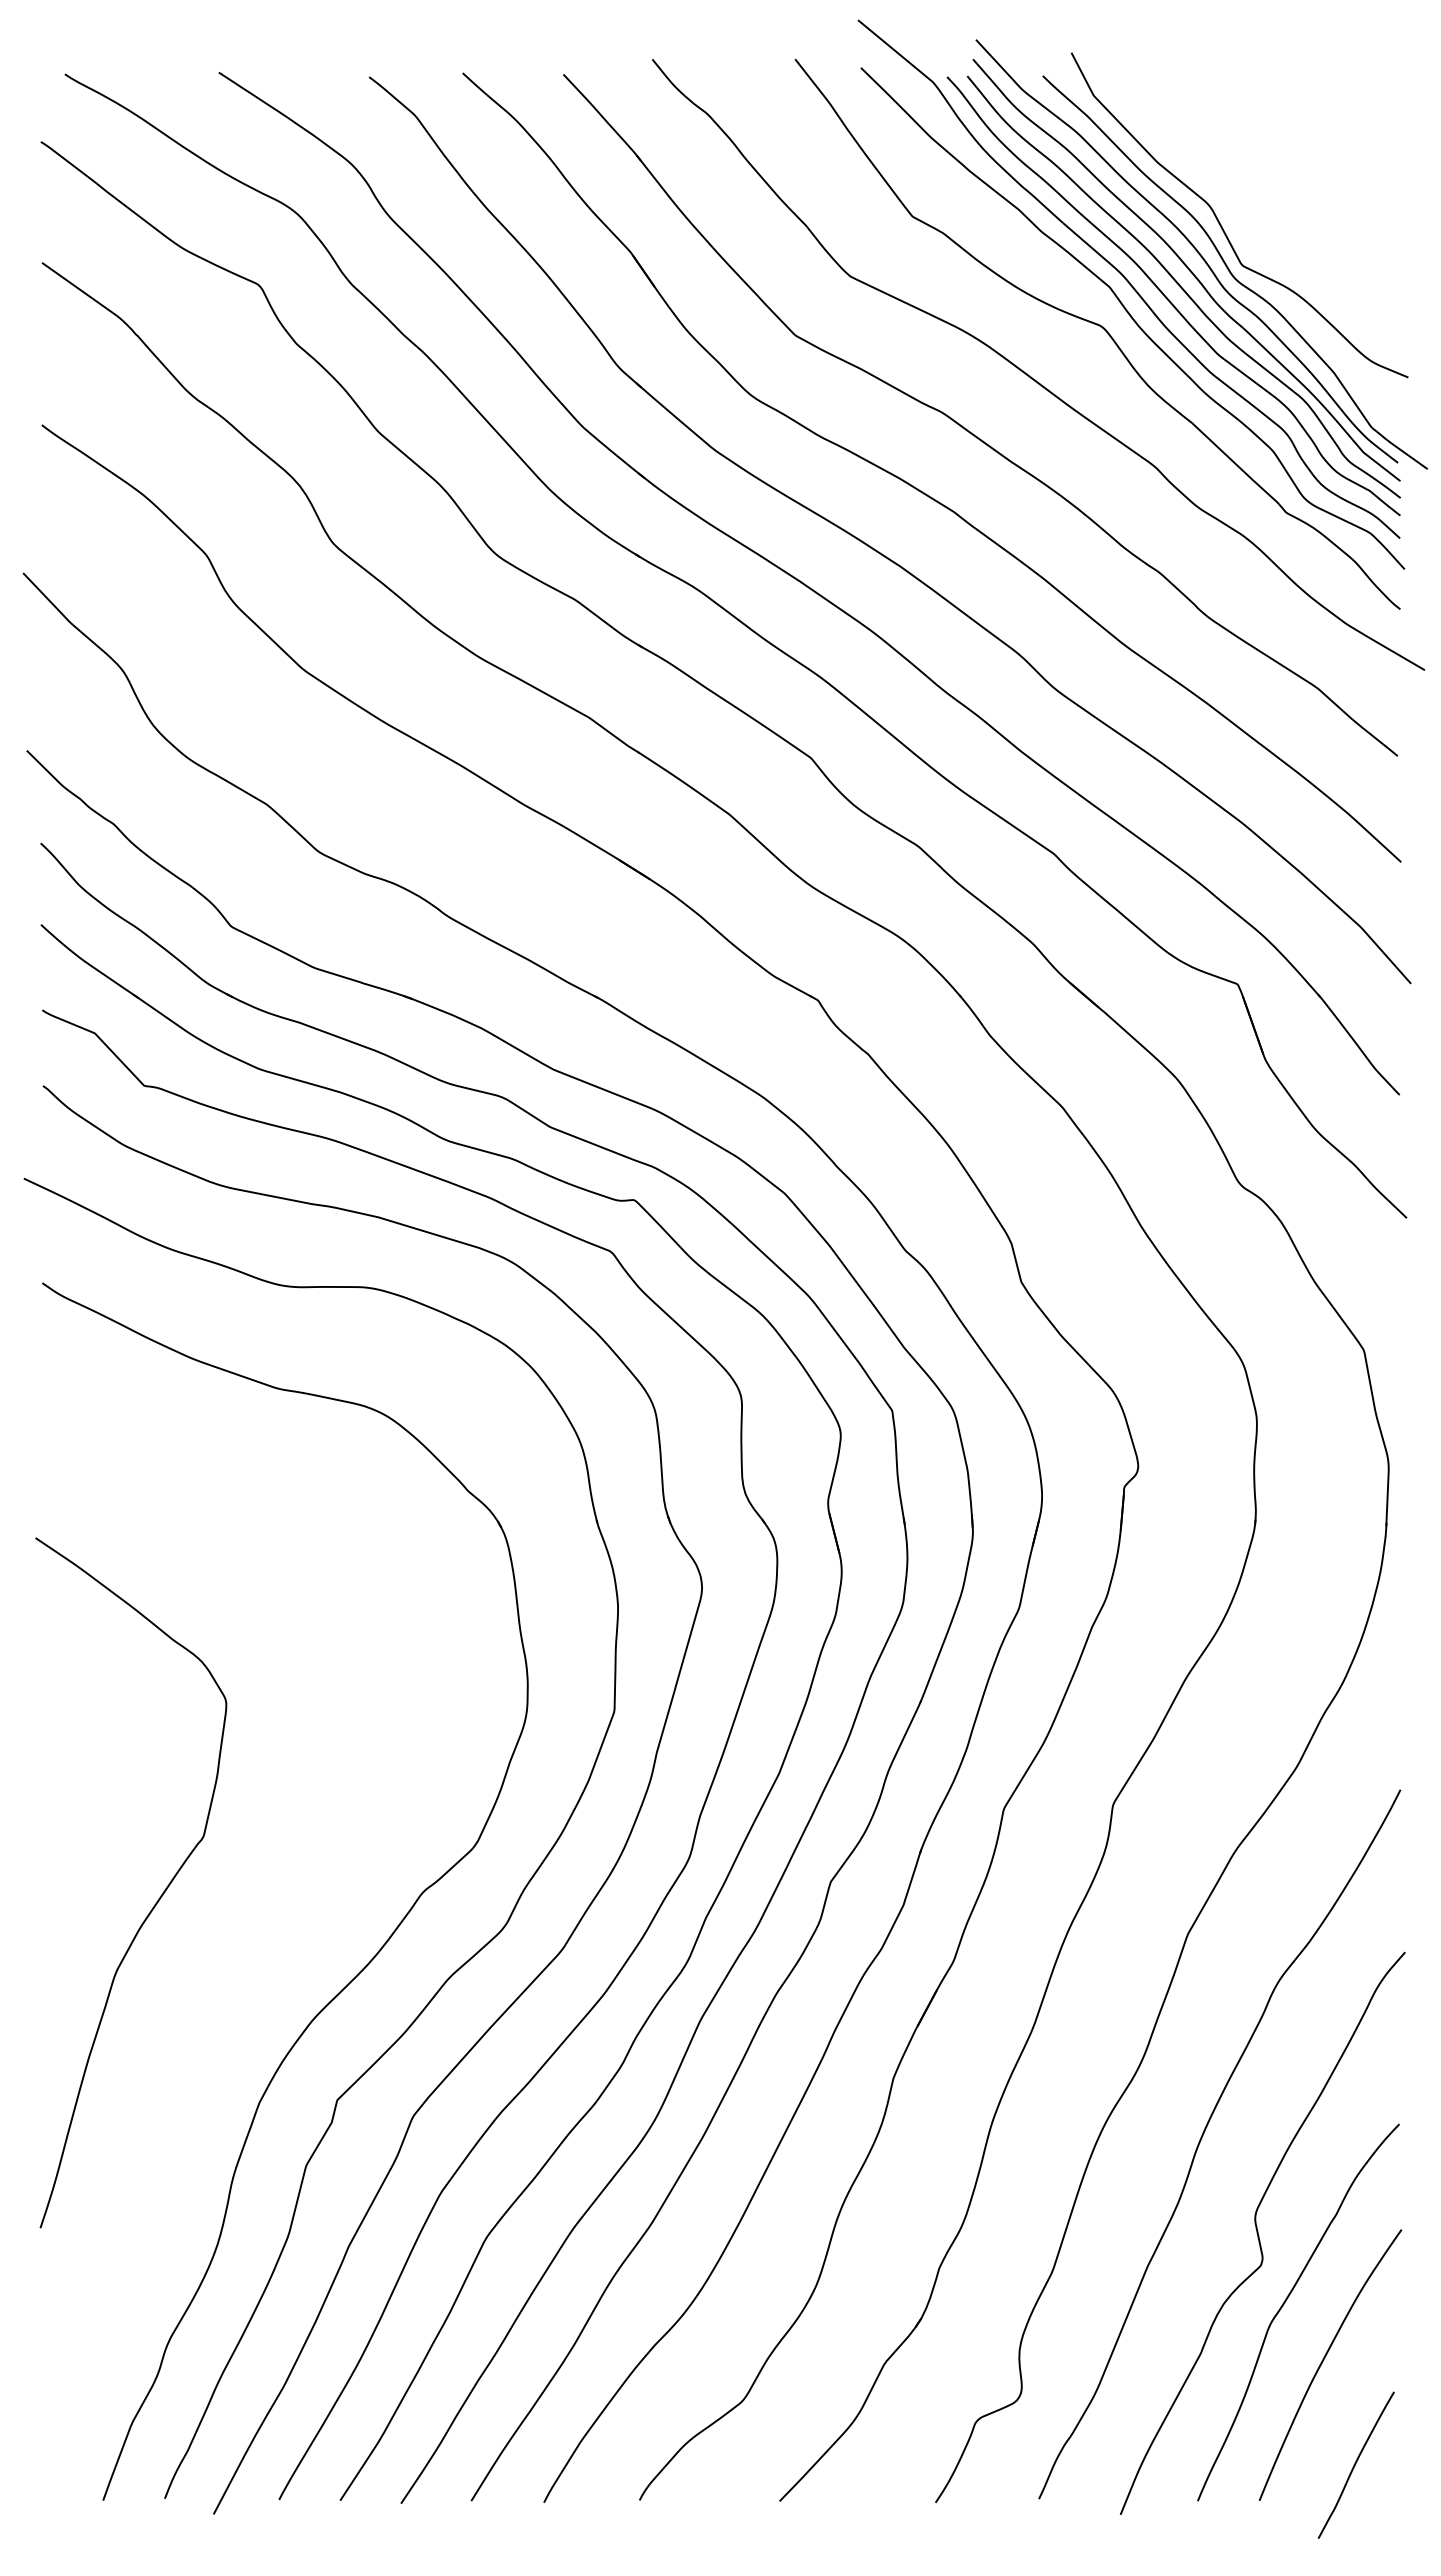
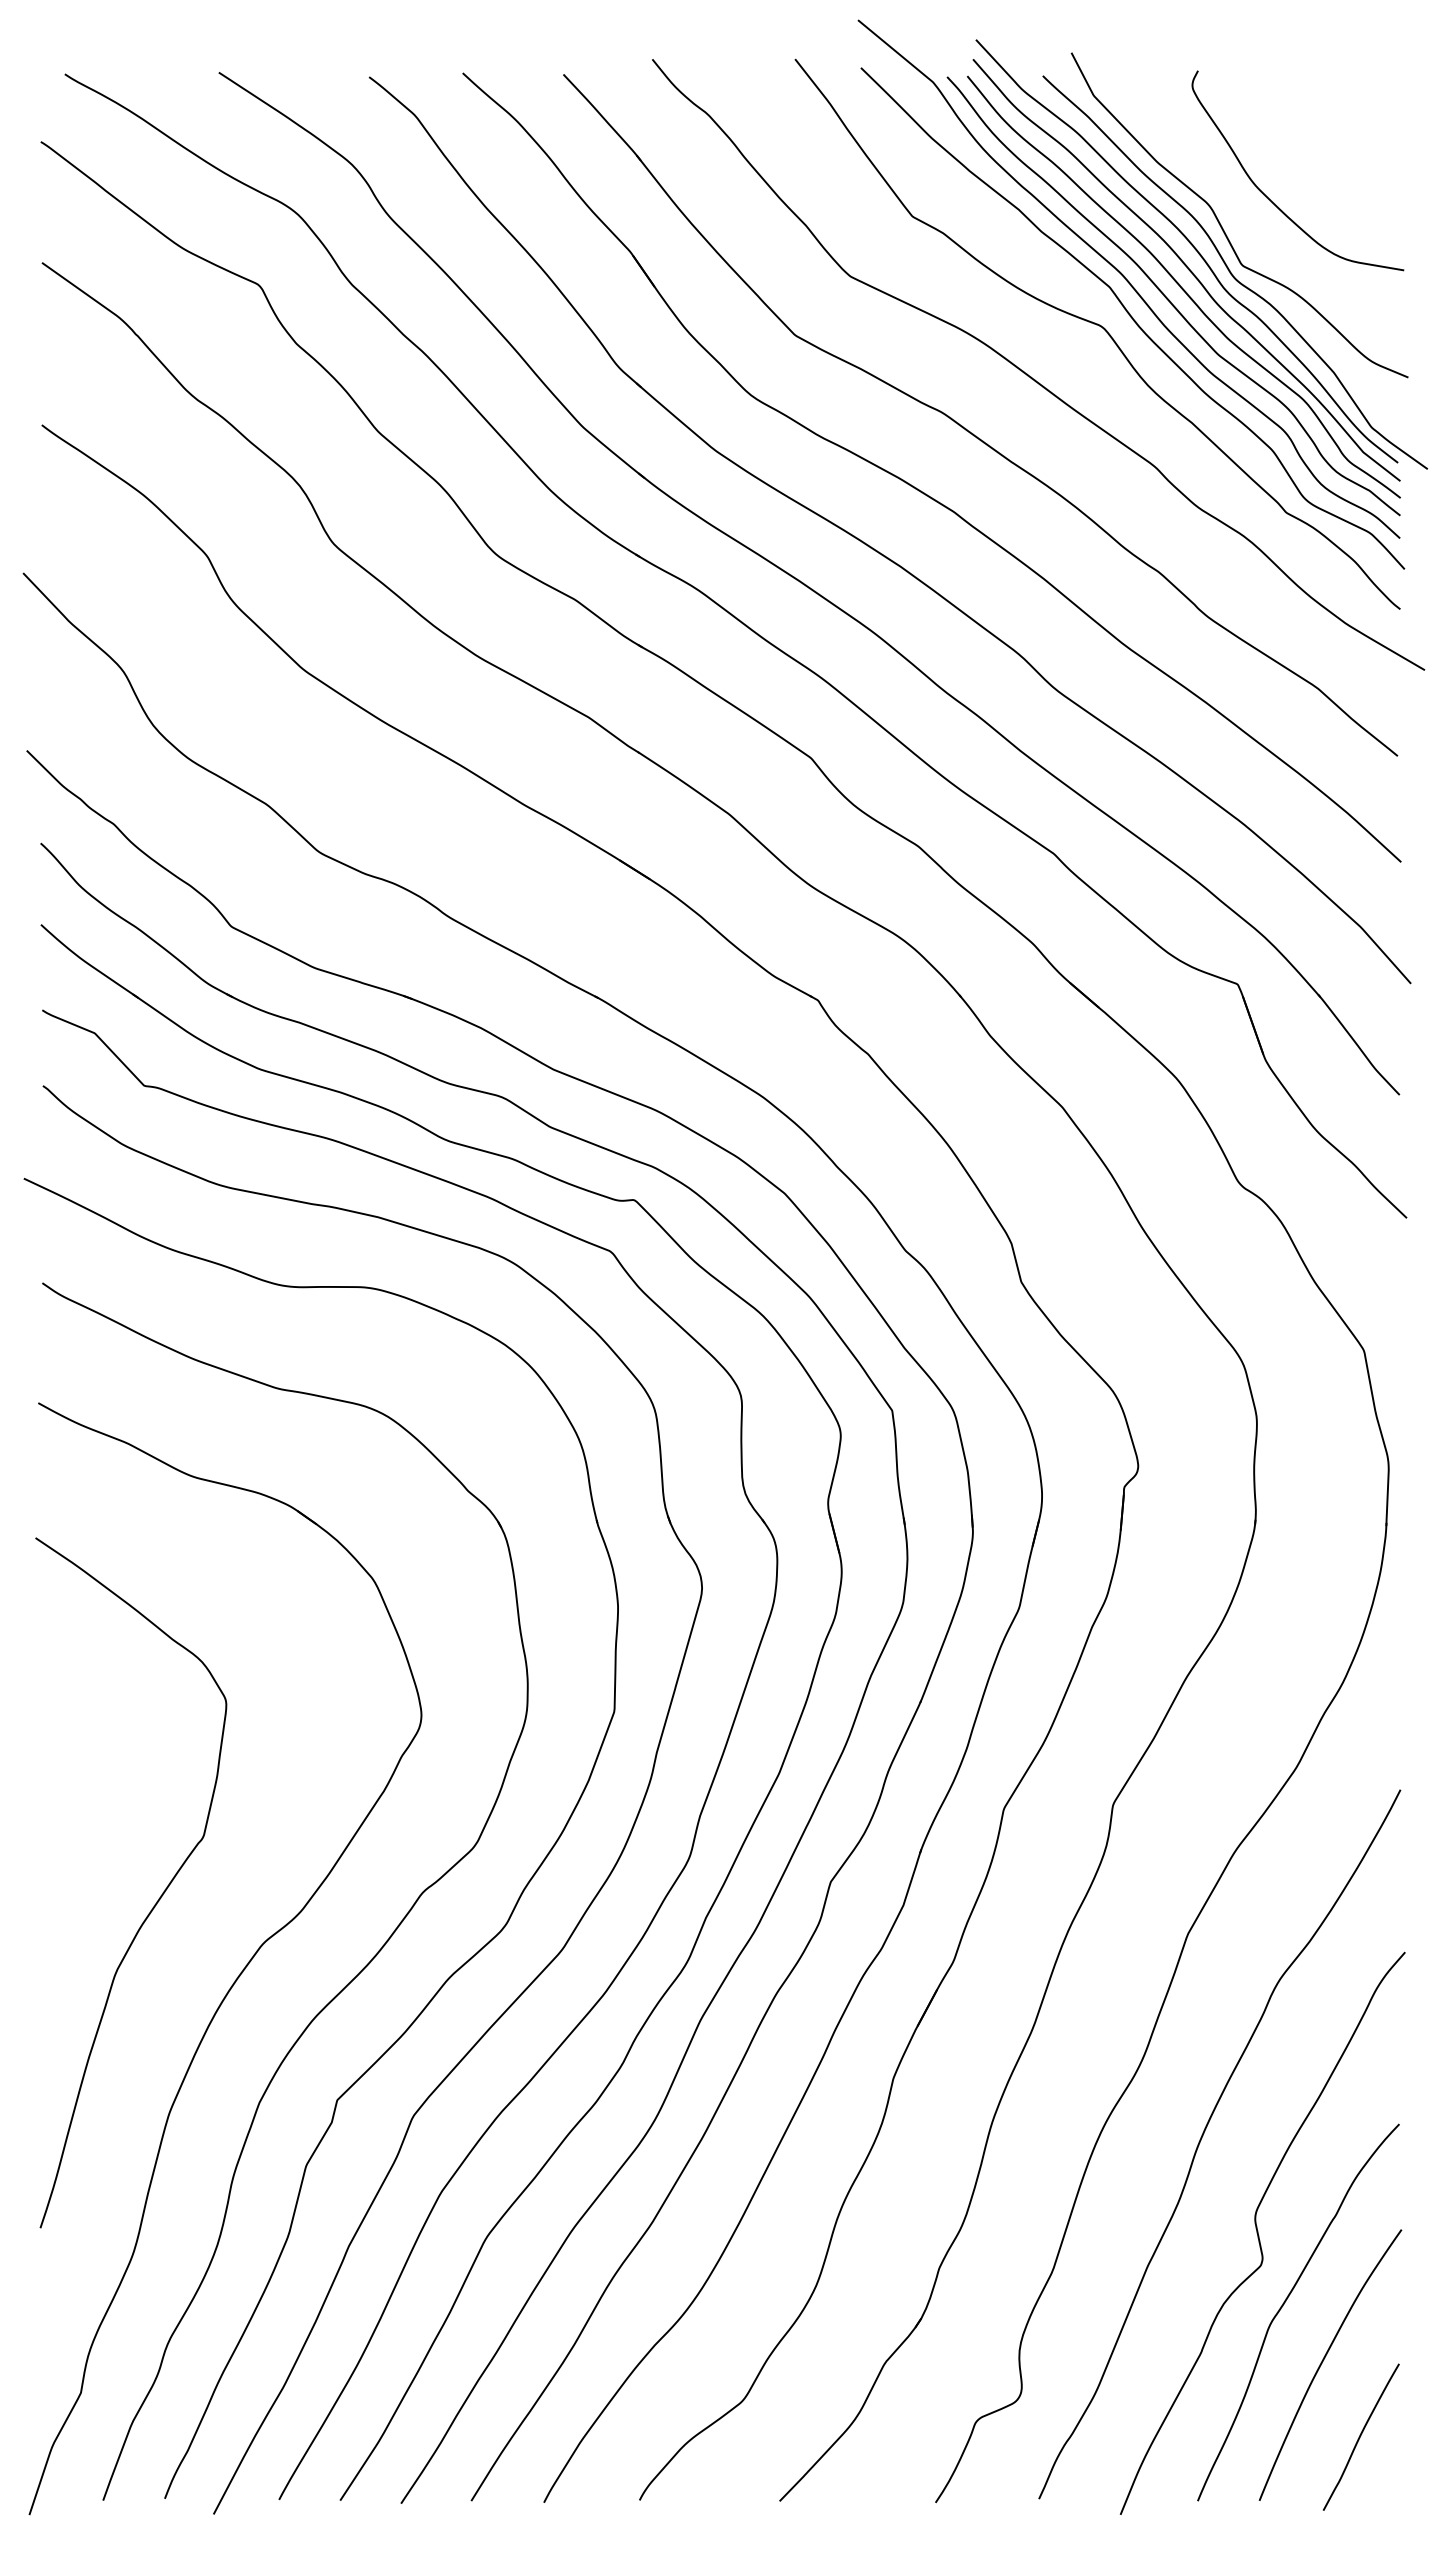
curve at (1269, 198): none -> present
part at (242, 1969): none -> present
curve at (1355, 2464) position: (1355, 2464) -> (1360, 2436)
